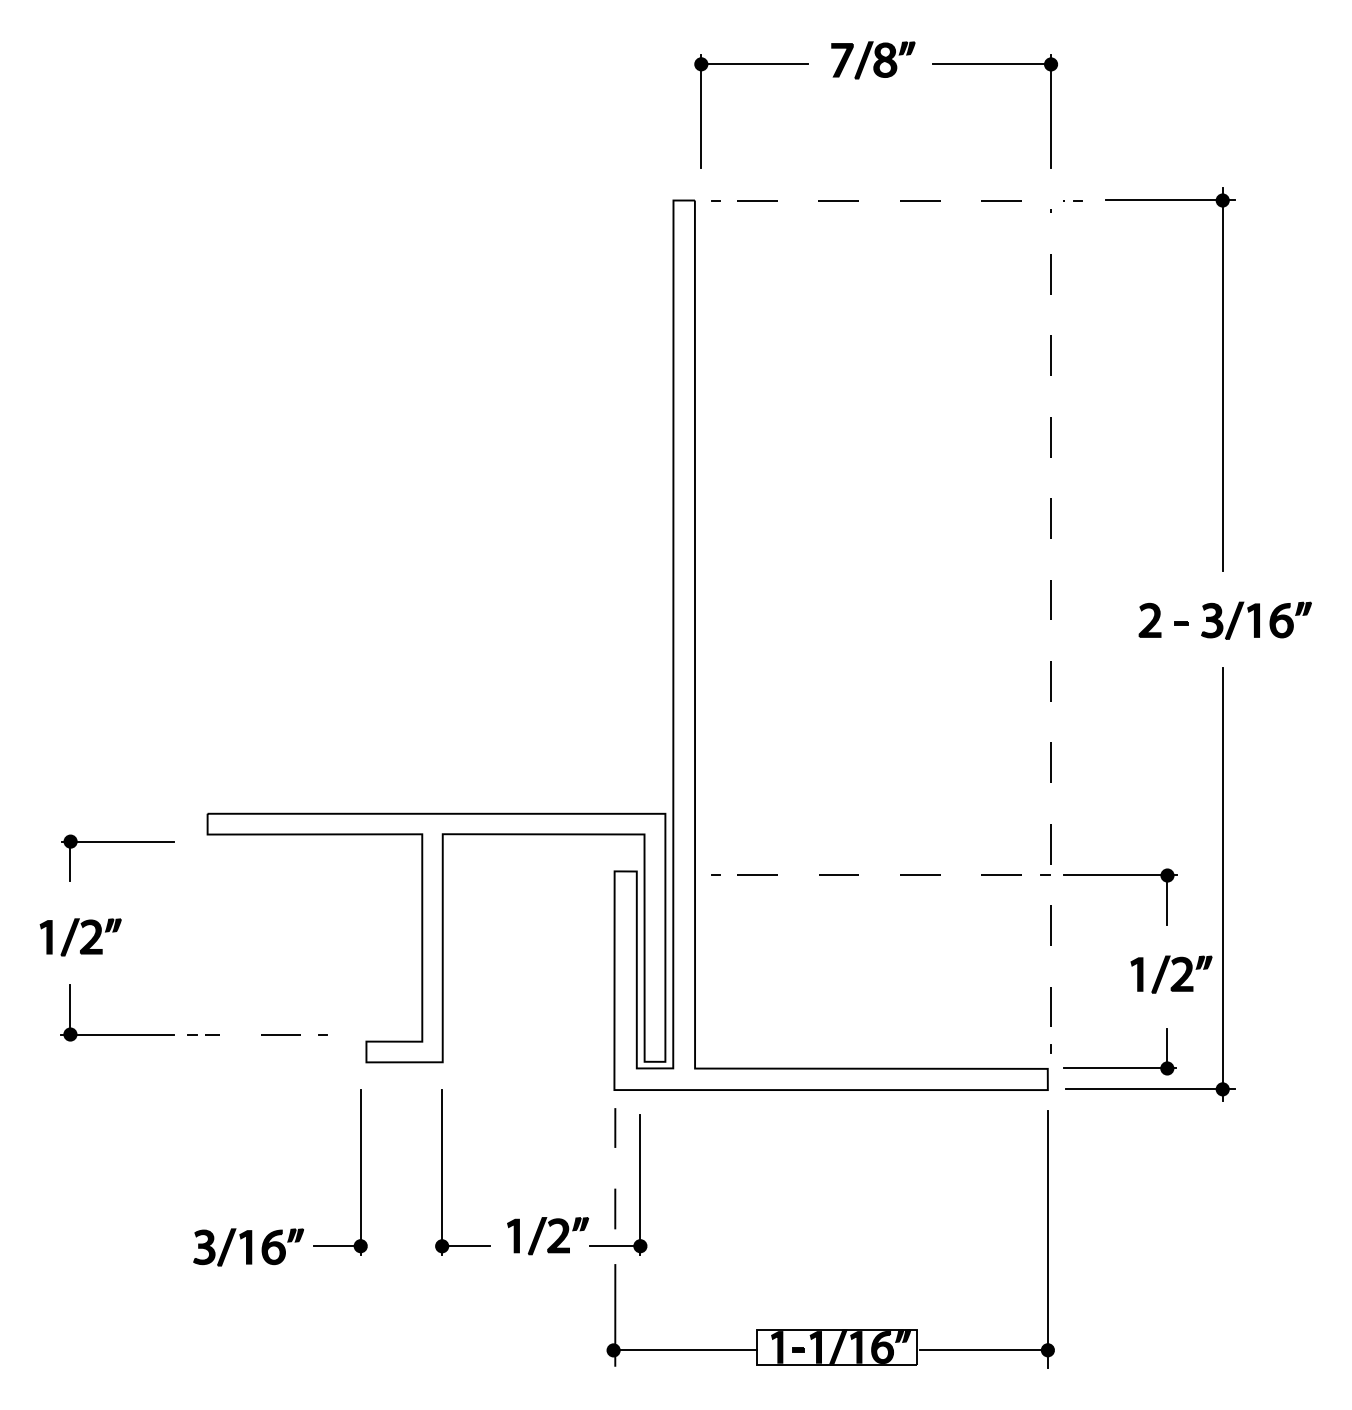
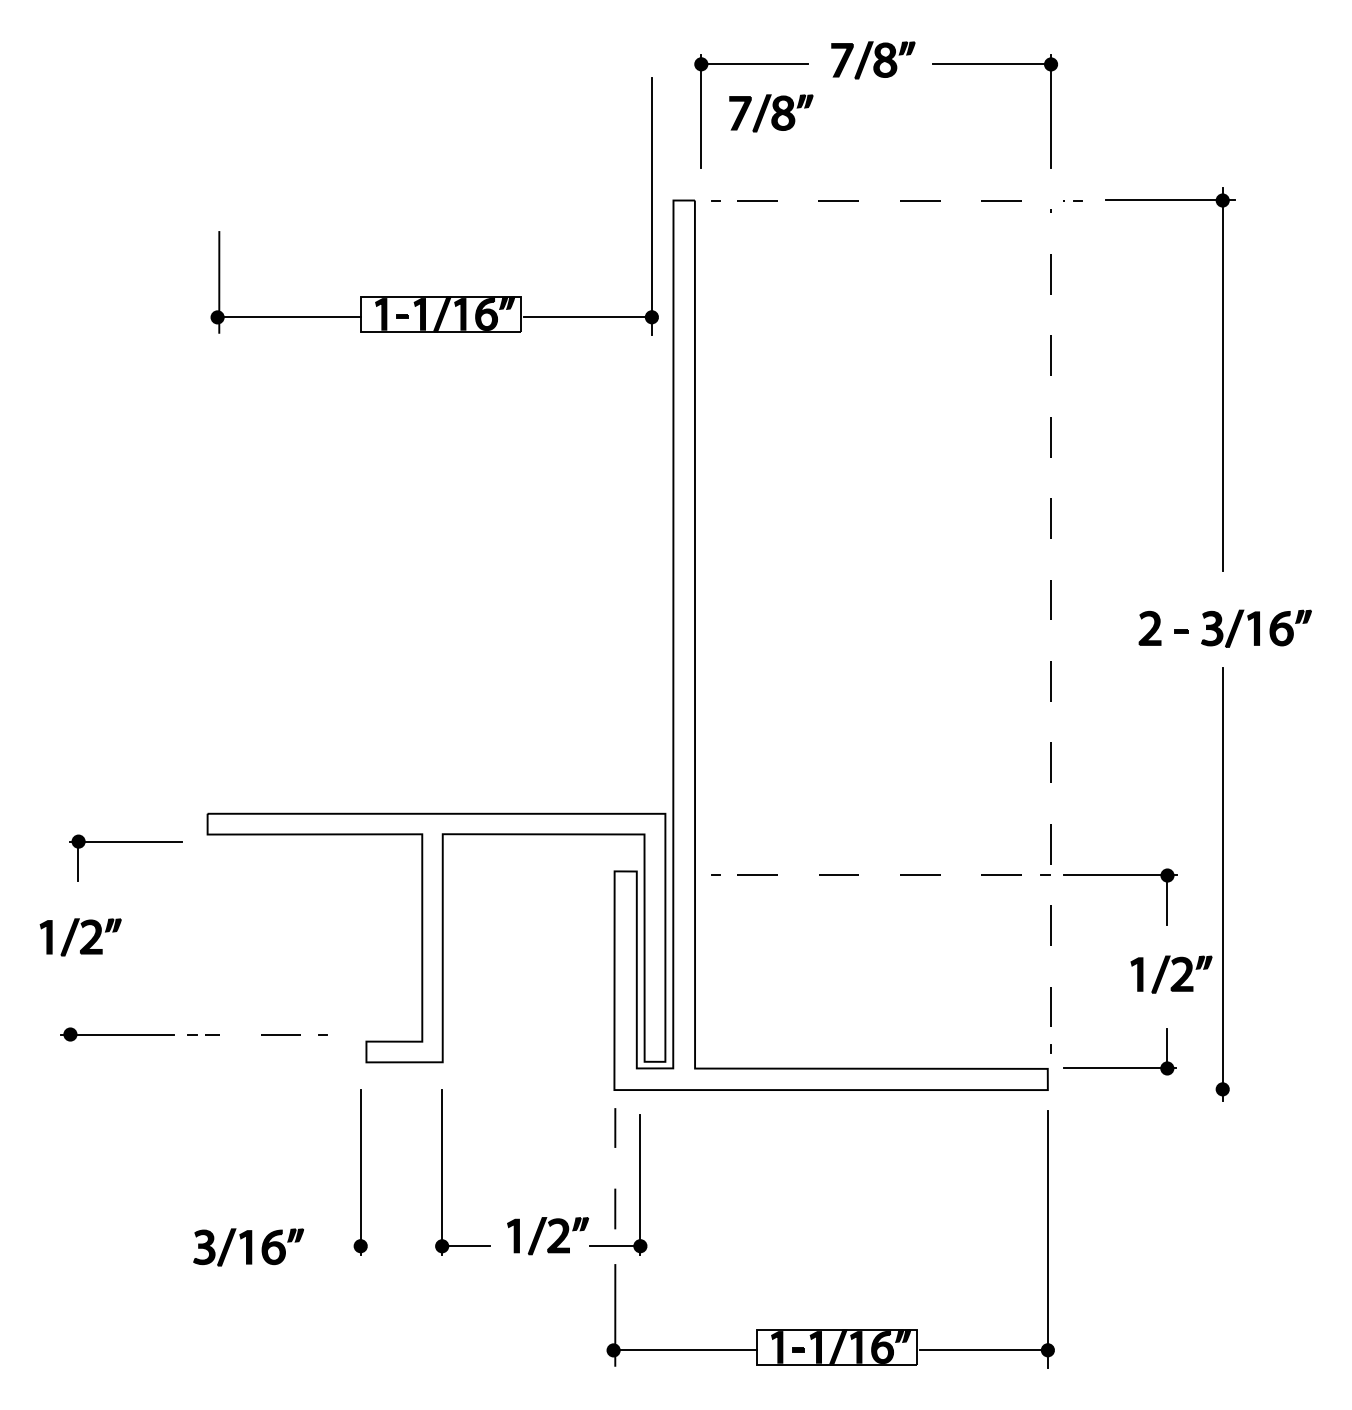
part at (771, 113): none -> present
part at (434, 296): none -> present
part at (1224, 620) position: (1224, 620) -> (1224, 628)
part at (117, 842) position: (117, 842) -> (125, 842)
line at (70, 1009): present -> none
line at (1149, 1089): present -> none
line at (334, 1246): present -> none
